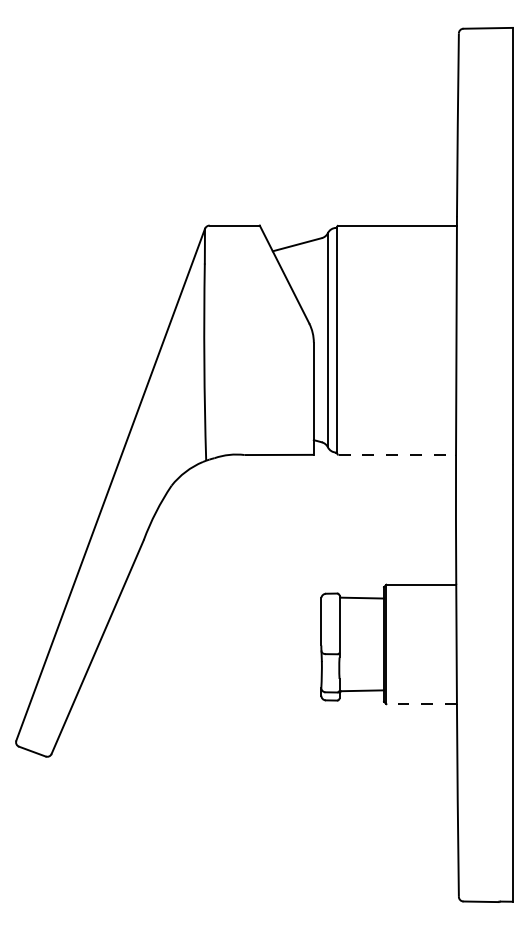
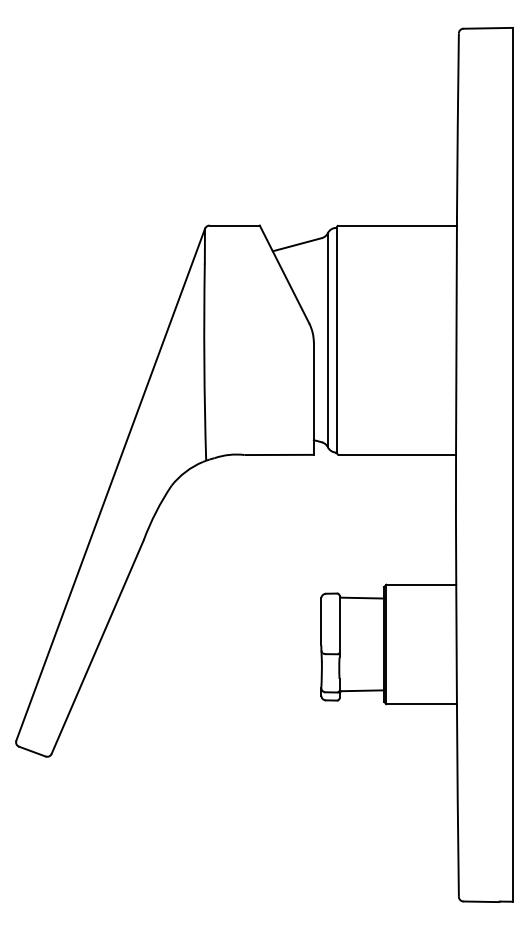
line at (397, 454): dashed -> solid
line at (421, 704): dashed -> solid
